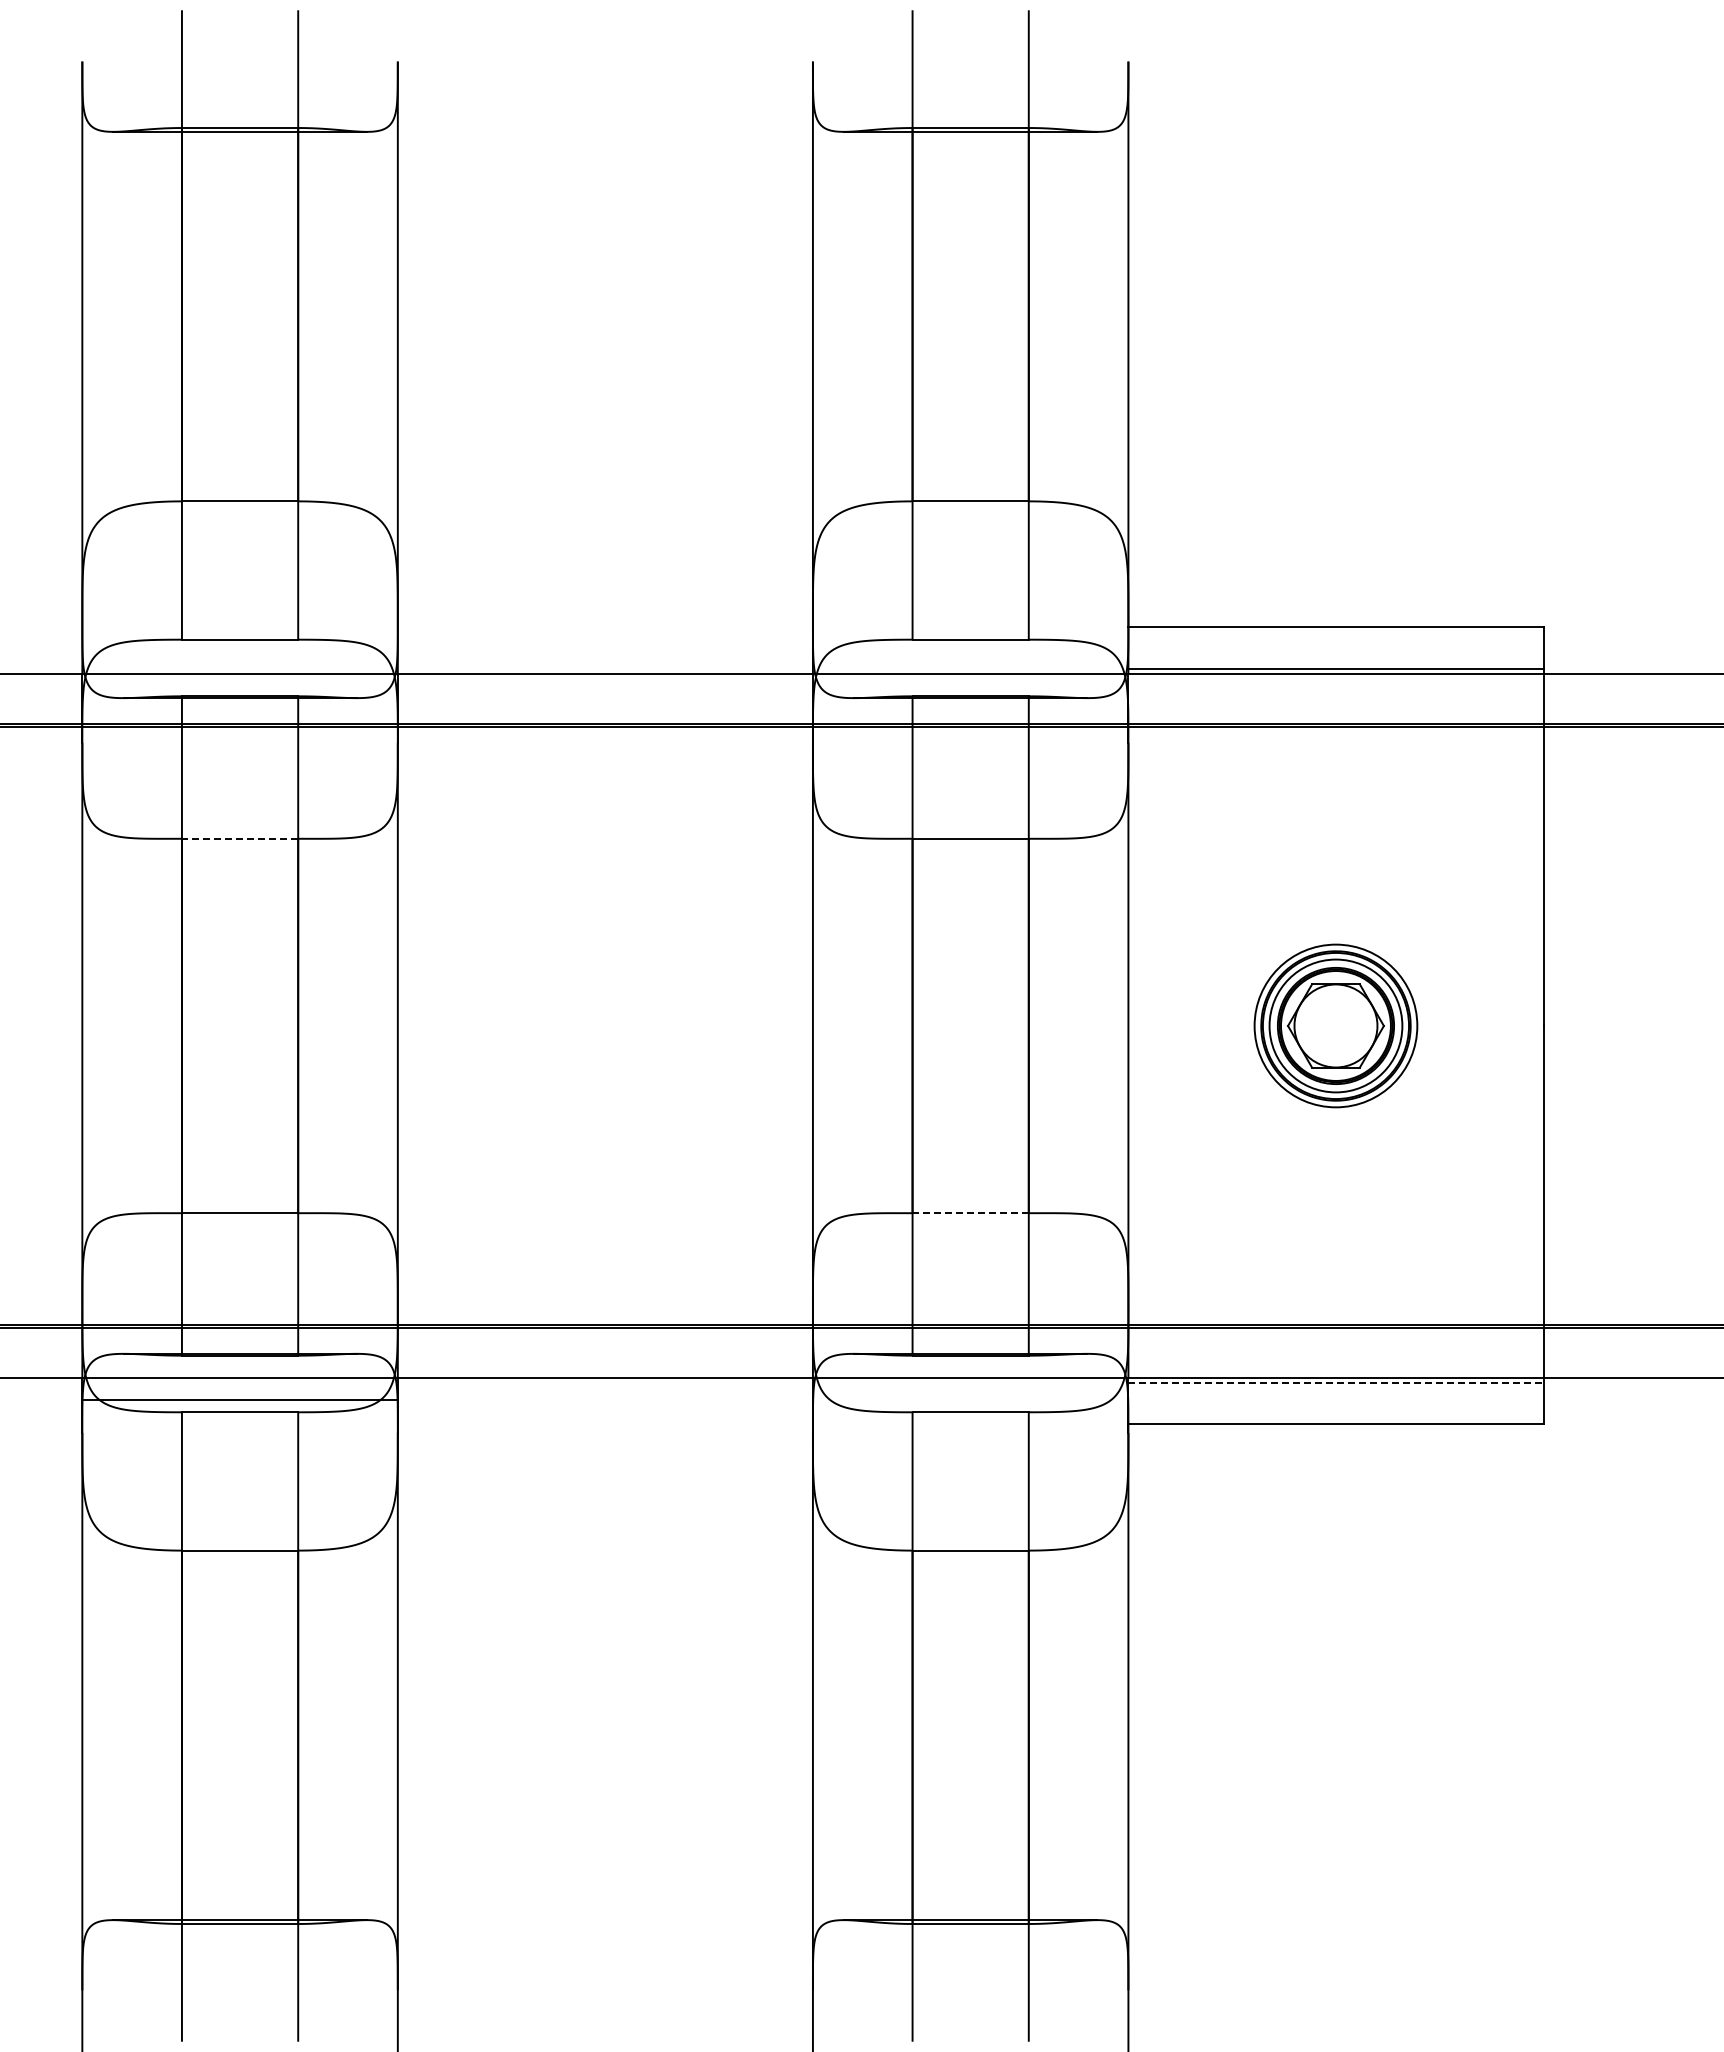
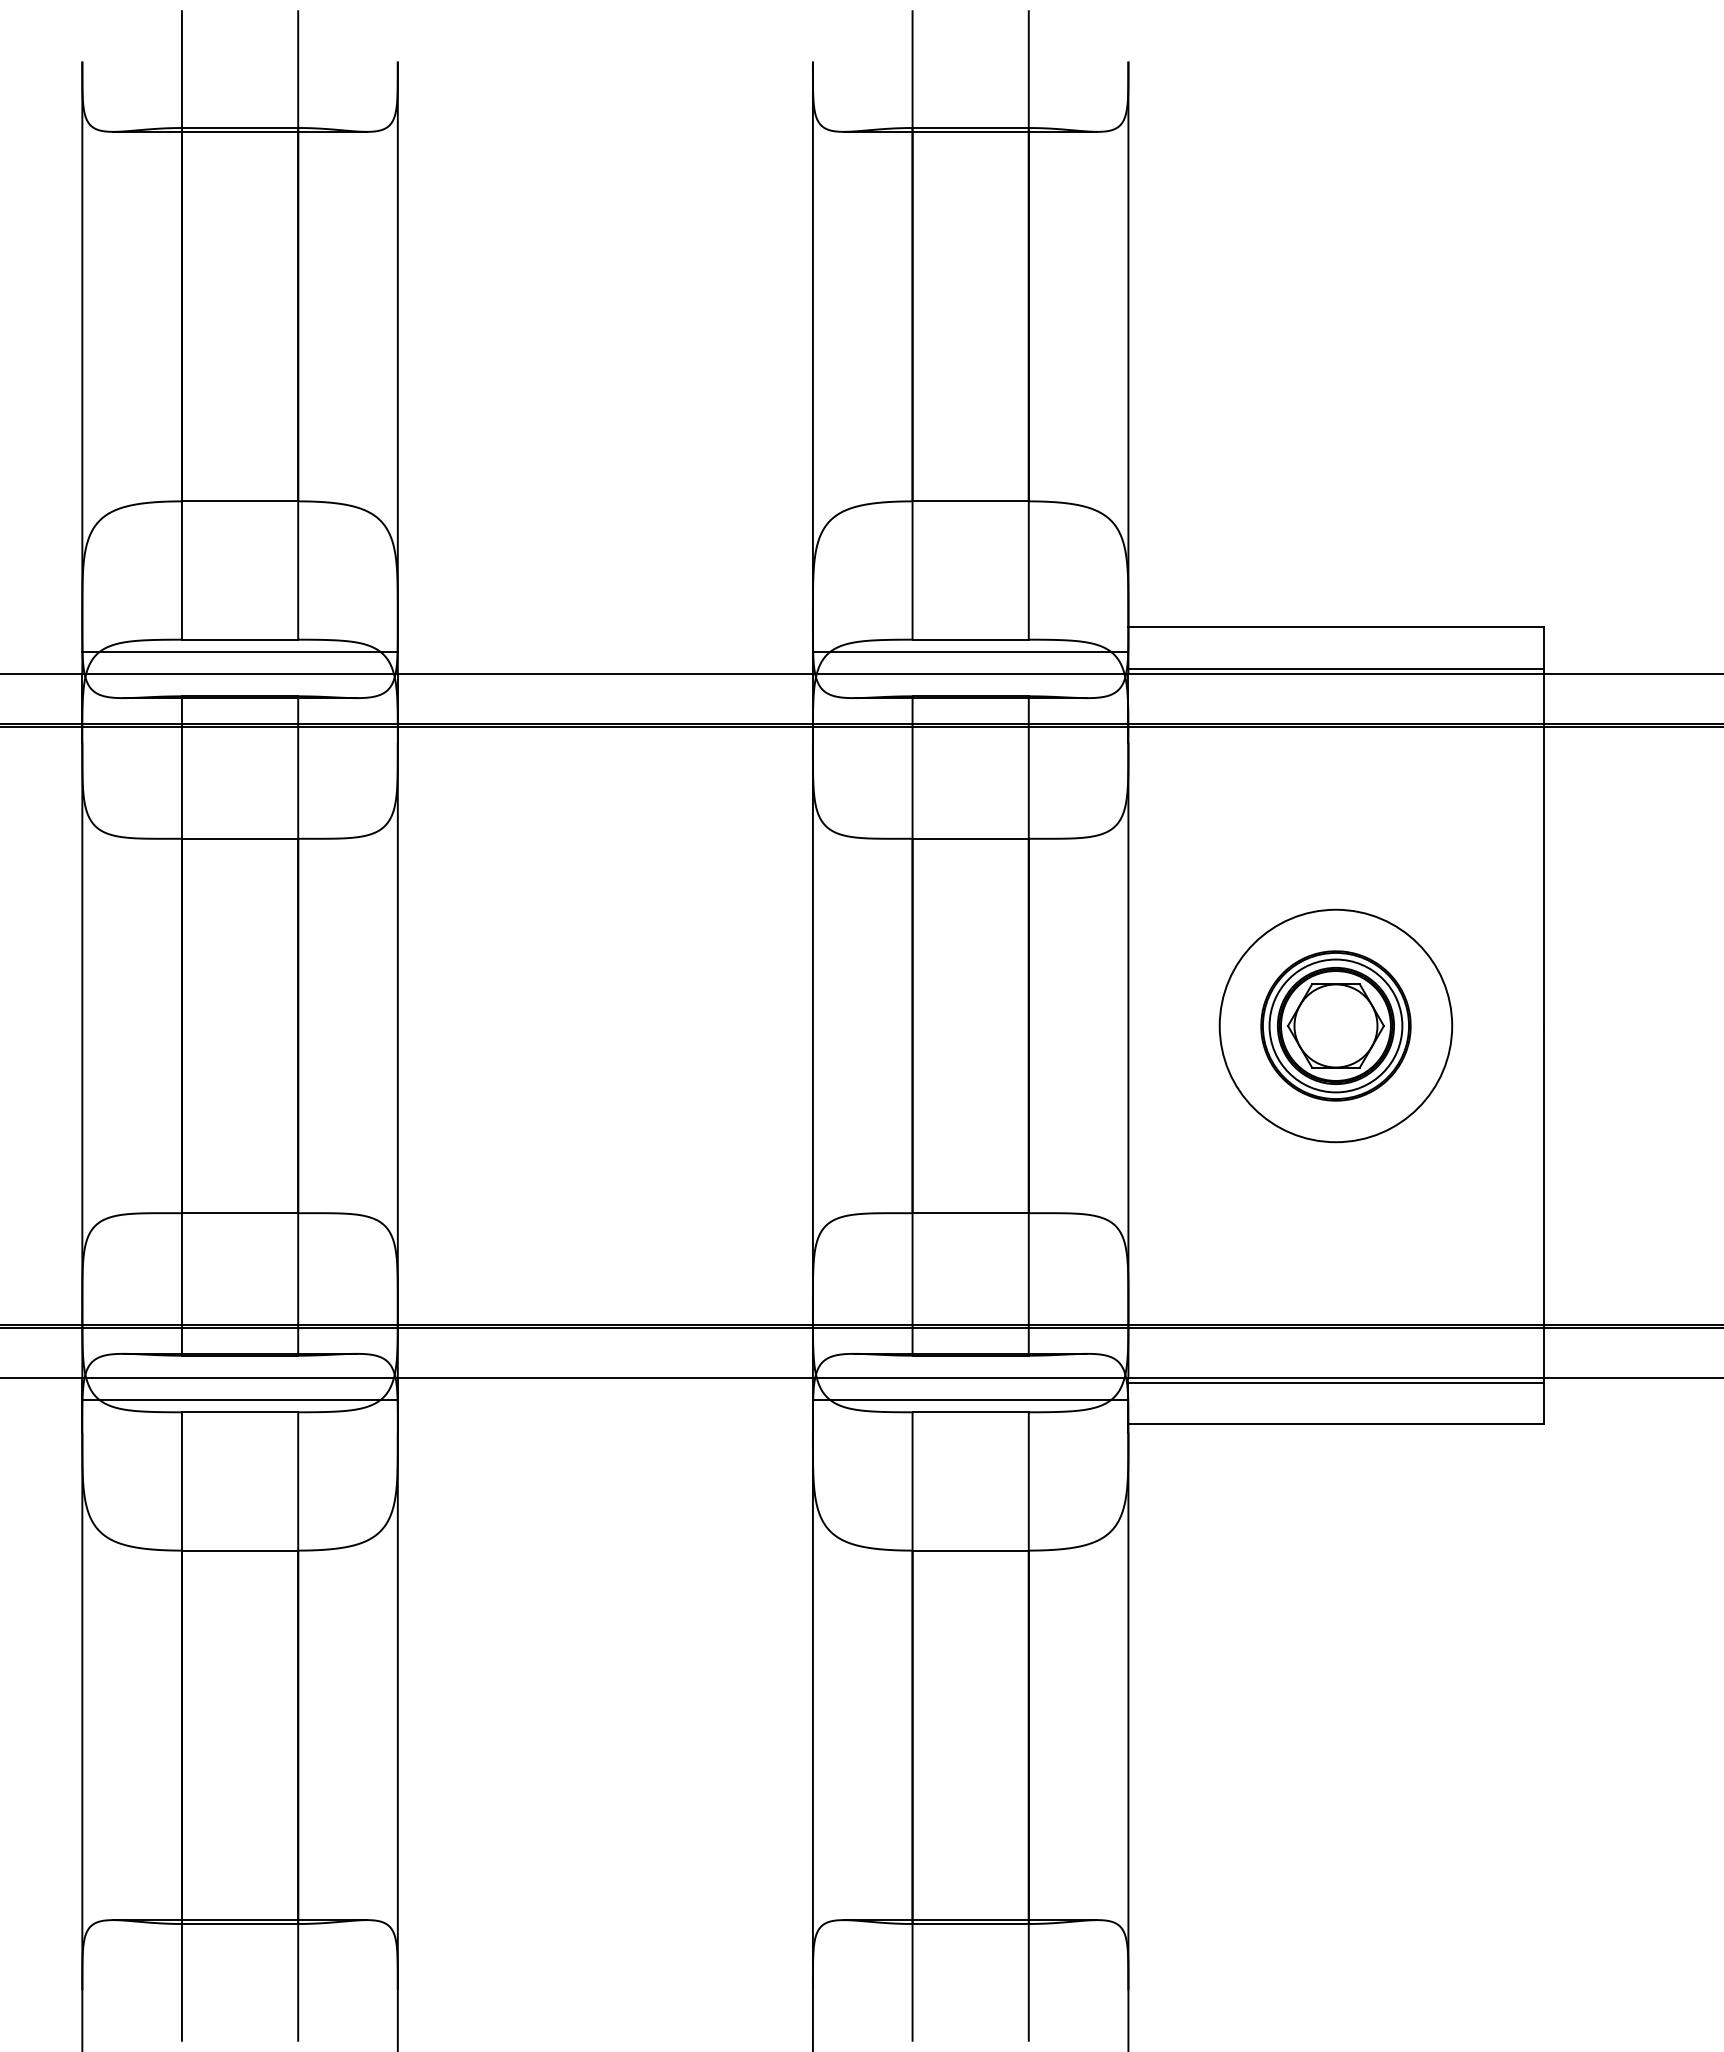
line at (239, 652): none -> present
line at (970, 652): none -> present
line at (239, 838): dashed -> solid
circle at (1335, 1025) diameter: 163 px -> 232 px
line at (970, 1213): dashed -> solid
line at (1335, 1382): dashed -> solid
line at (970, 1399): none -> present
